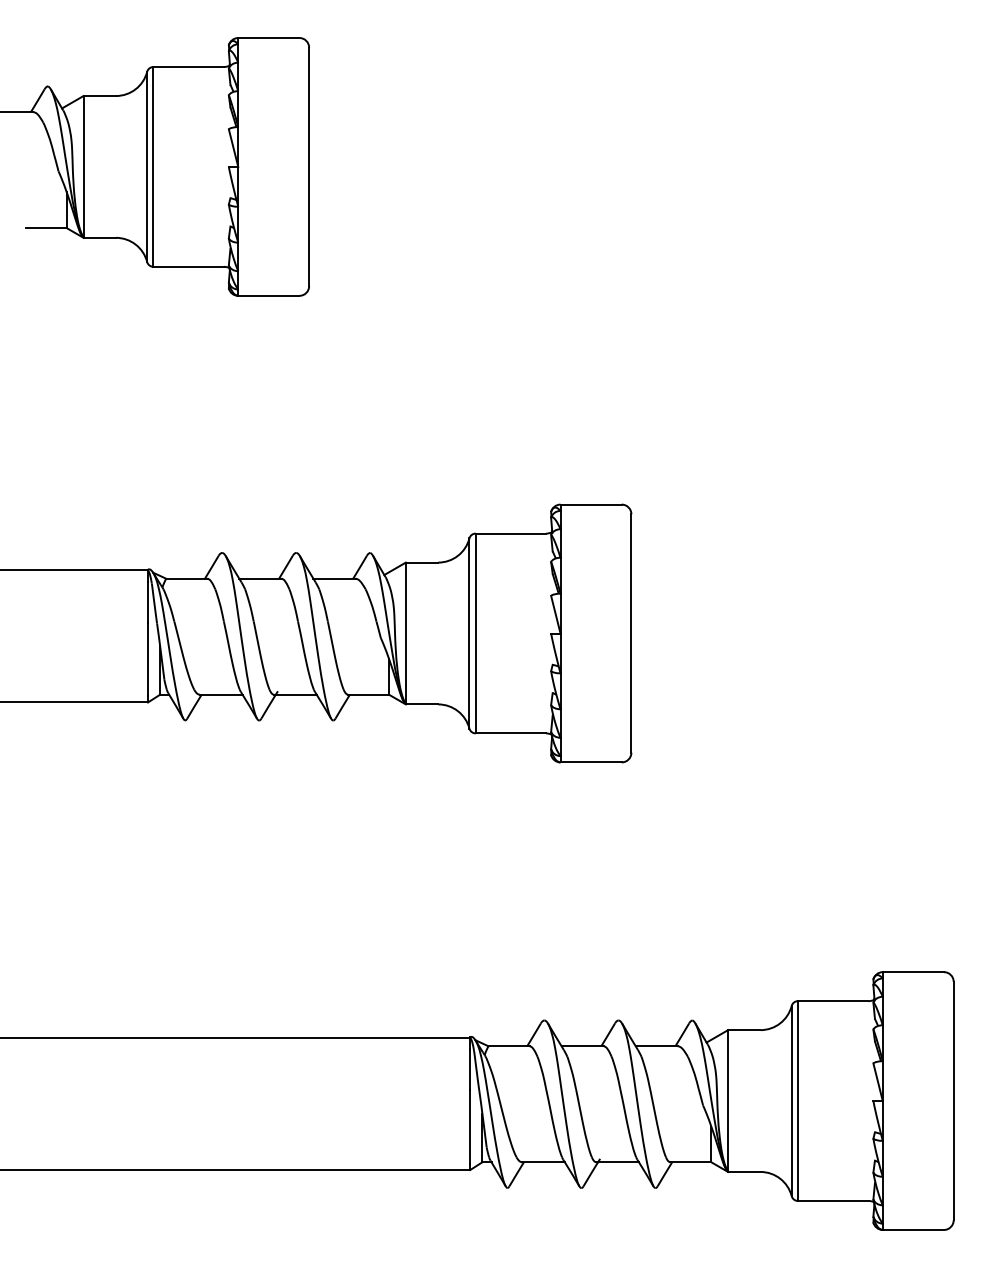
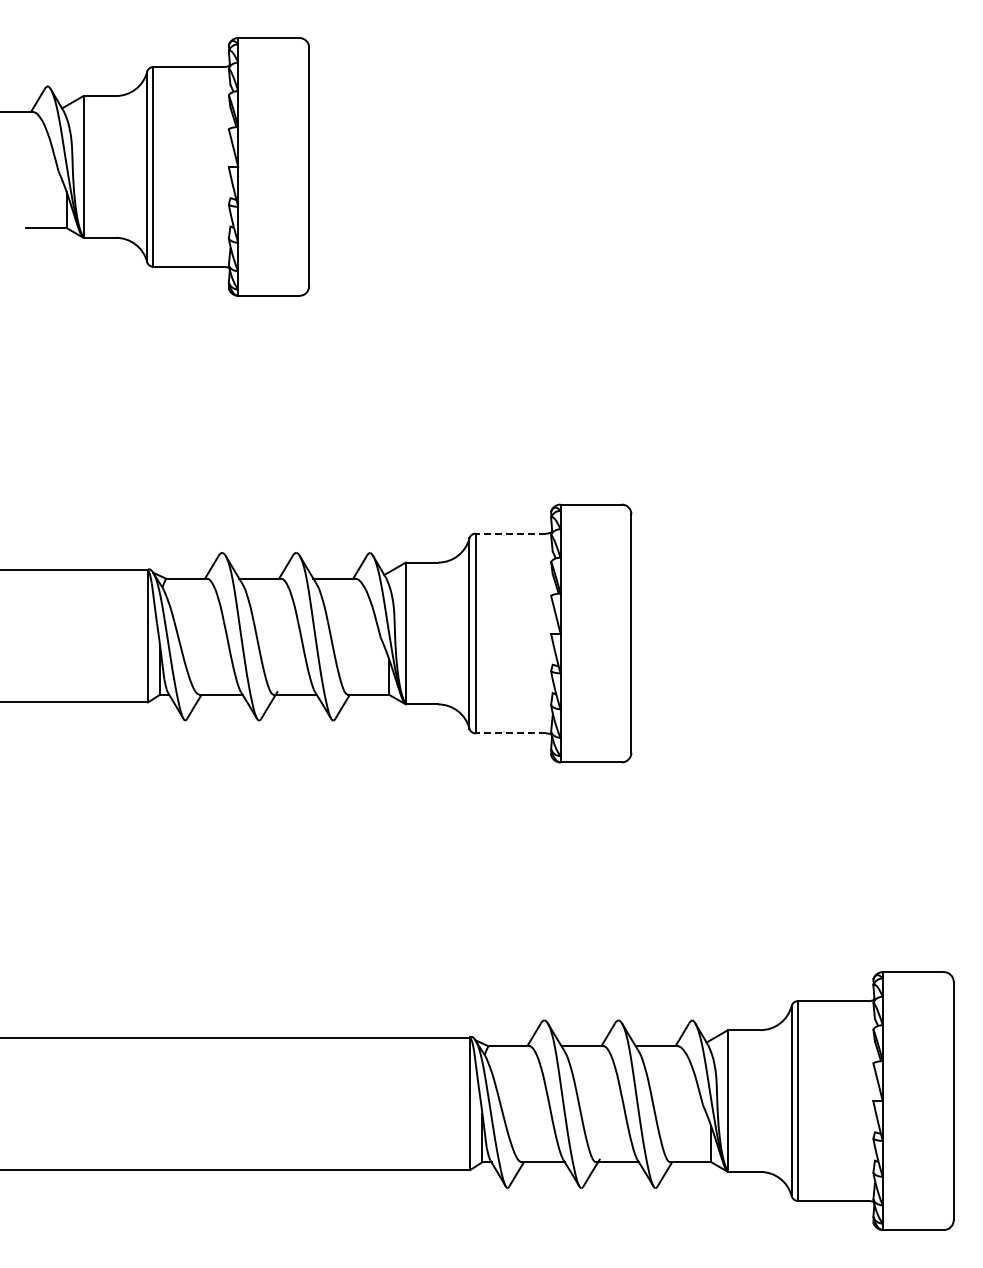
line at (510, 533): solid -> dashed
line at (510, 733): solid -> dashed
